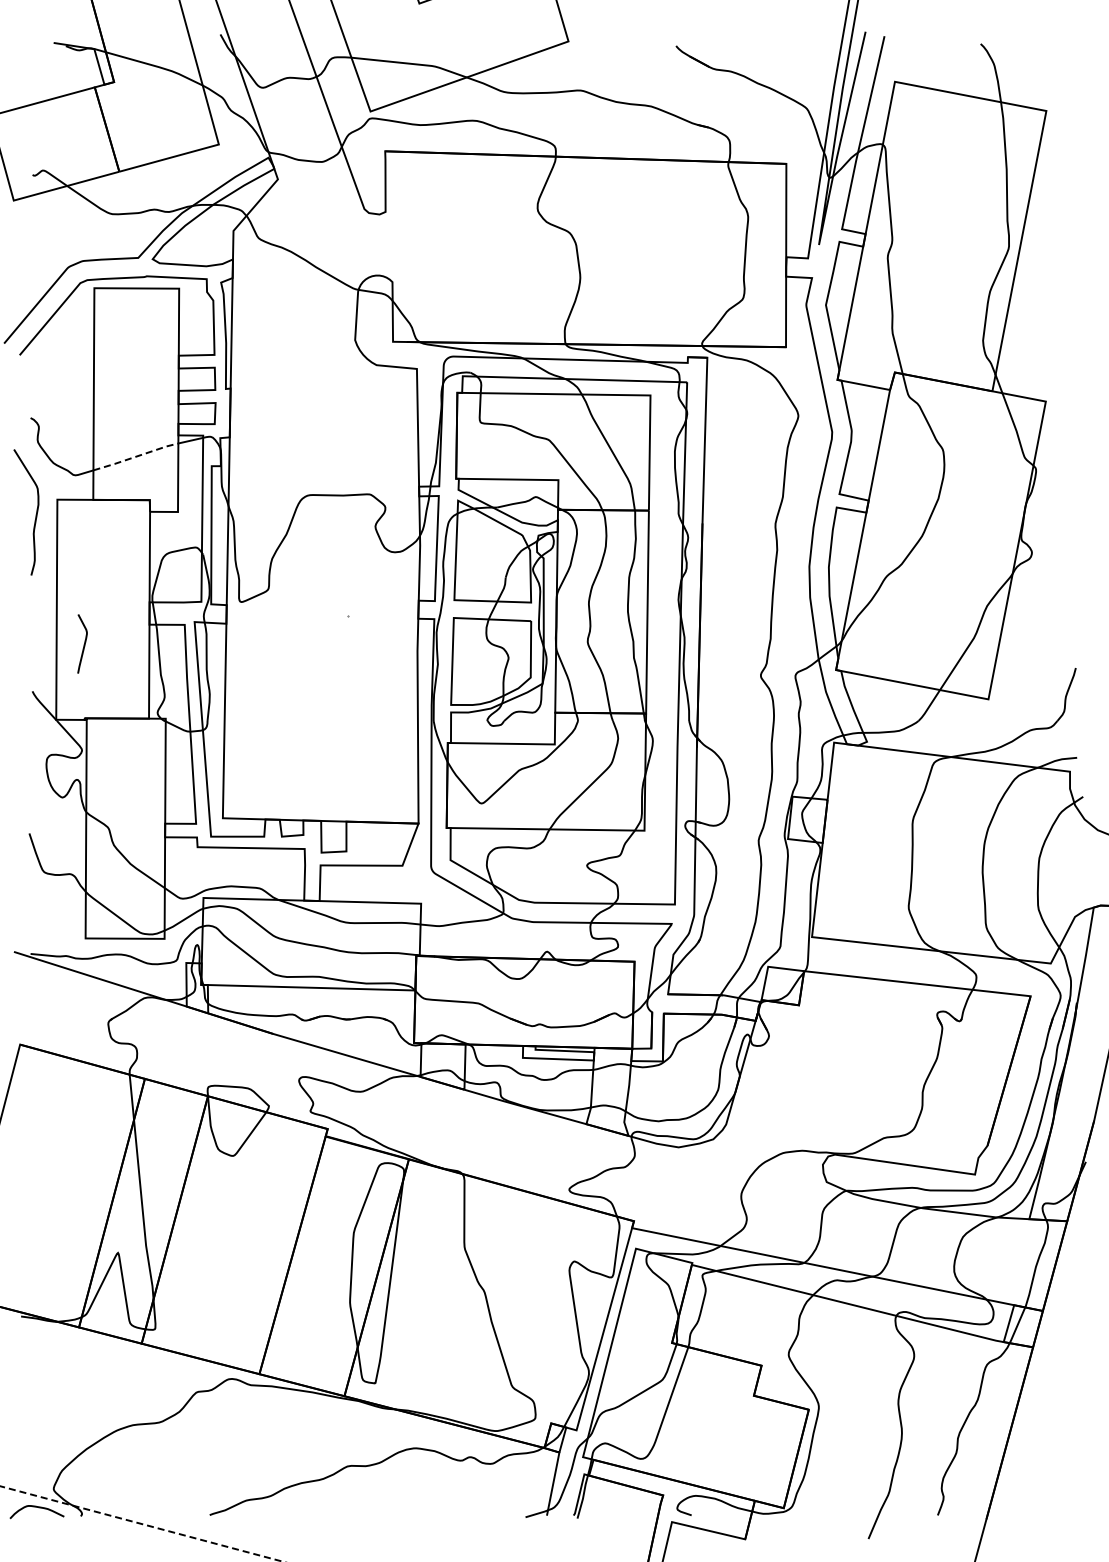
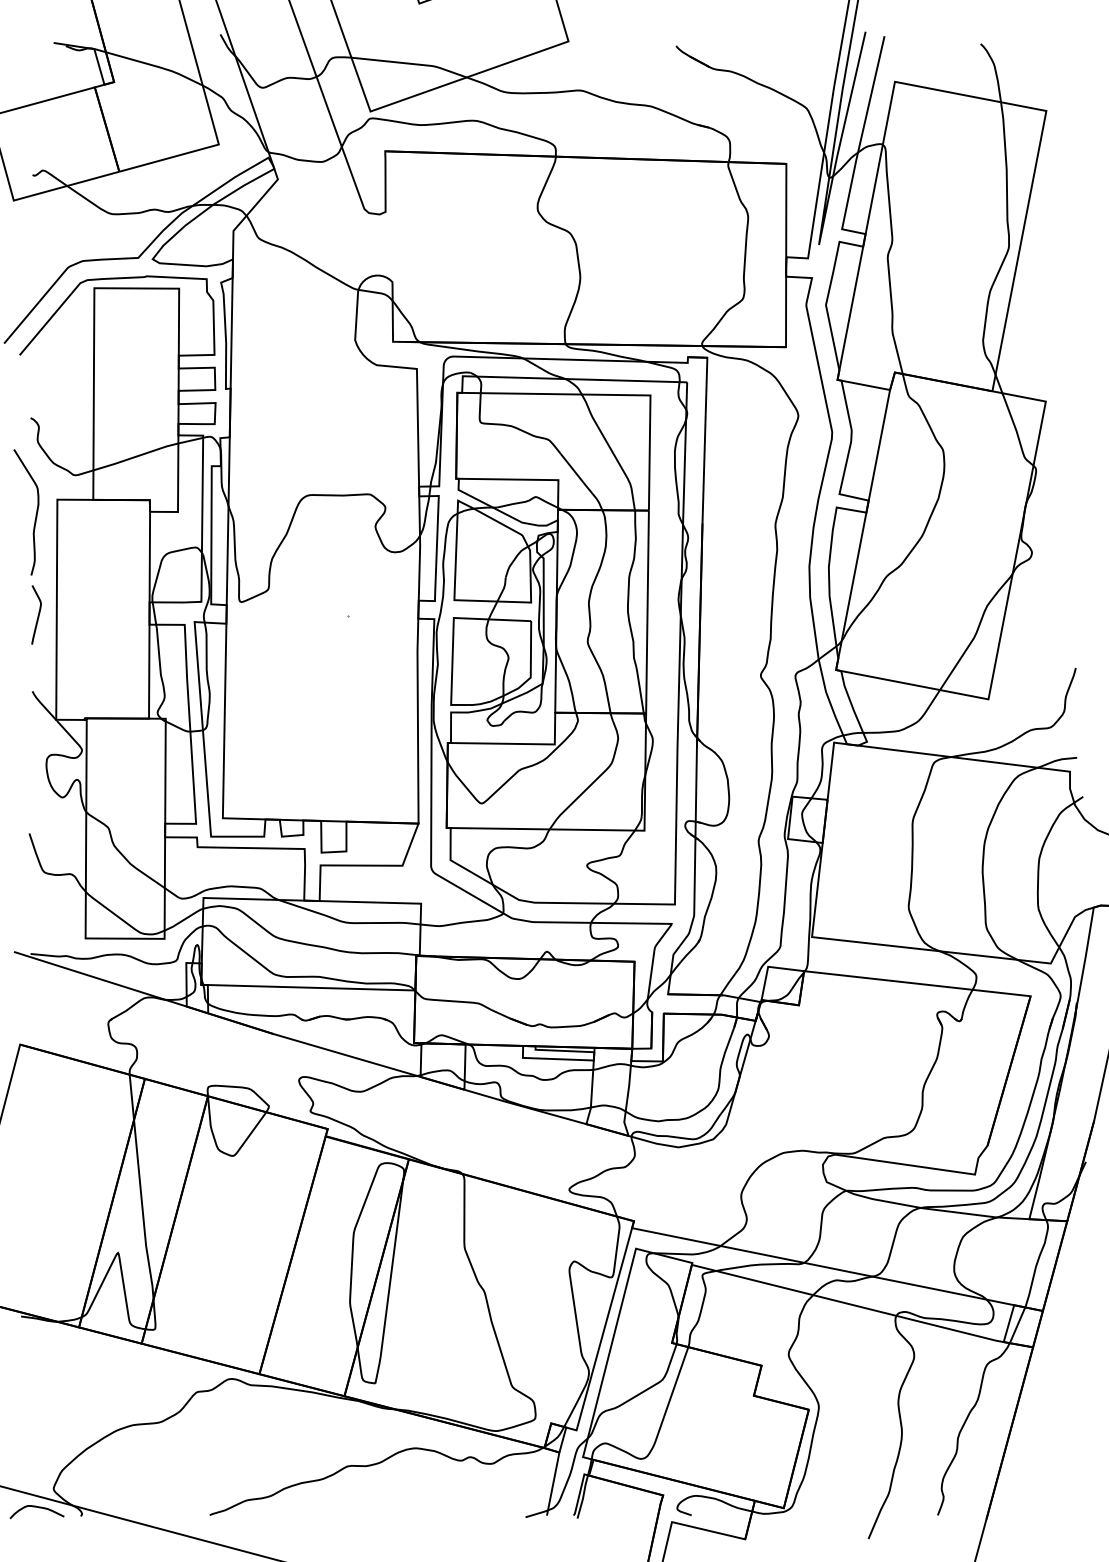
line at (136, 456): dashed -> solid
curve at (83, 644) position: (83, 644) -> (37, 615)
line at (141, 1523): dashed -> solid
